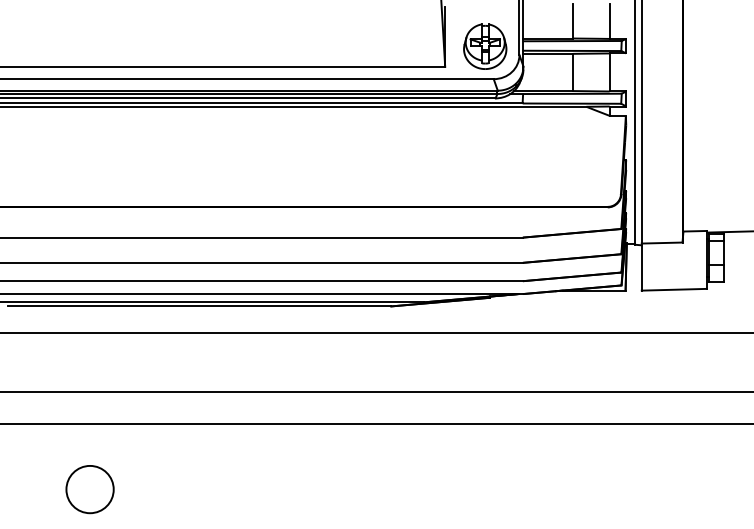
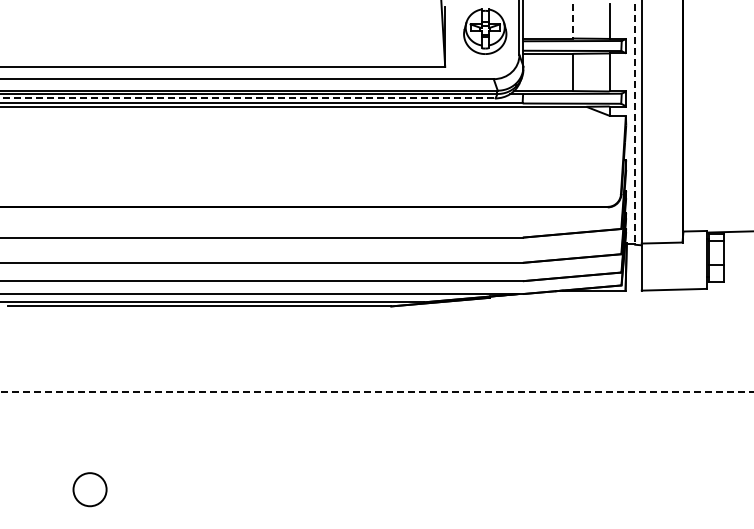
line at (573, 21): solid -> dashed
part at (485, 46) position: (485, 46) -> (485, 31)
line at (248, 98): solid -> dashed
line at (635, 122): solid -> dashed
line at (376, 333): present -> none
line at (376, 391): solid -> dashed
line at (376, 424): present -> none
circle at (89, 489) size: 50x50 px -> 36x36 px
